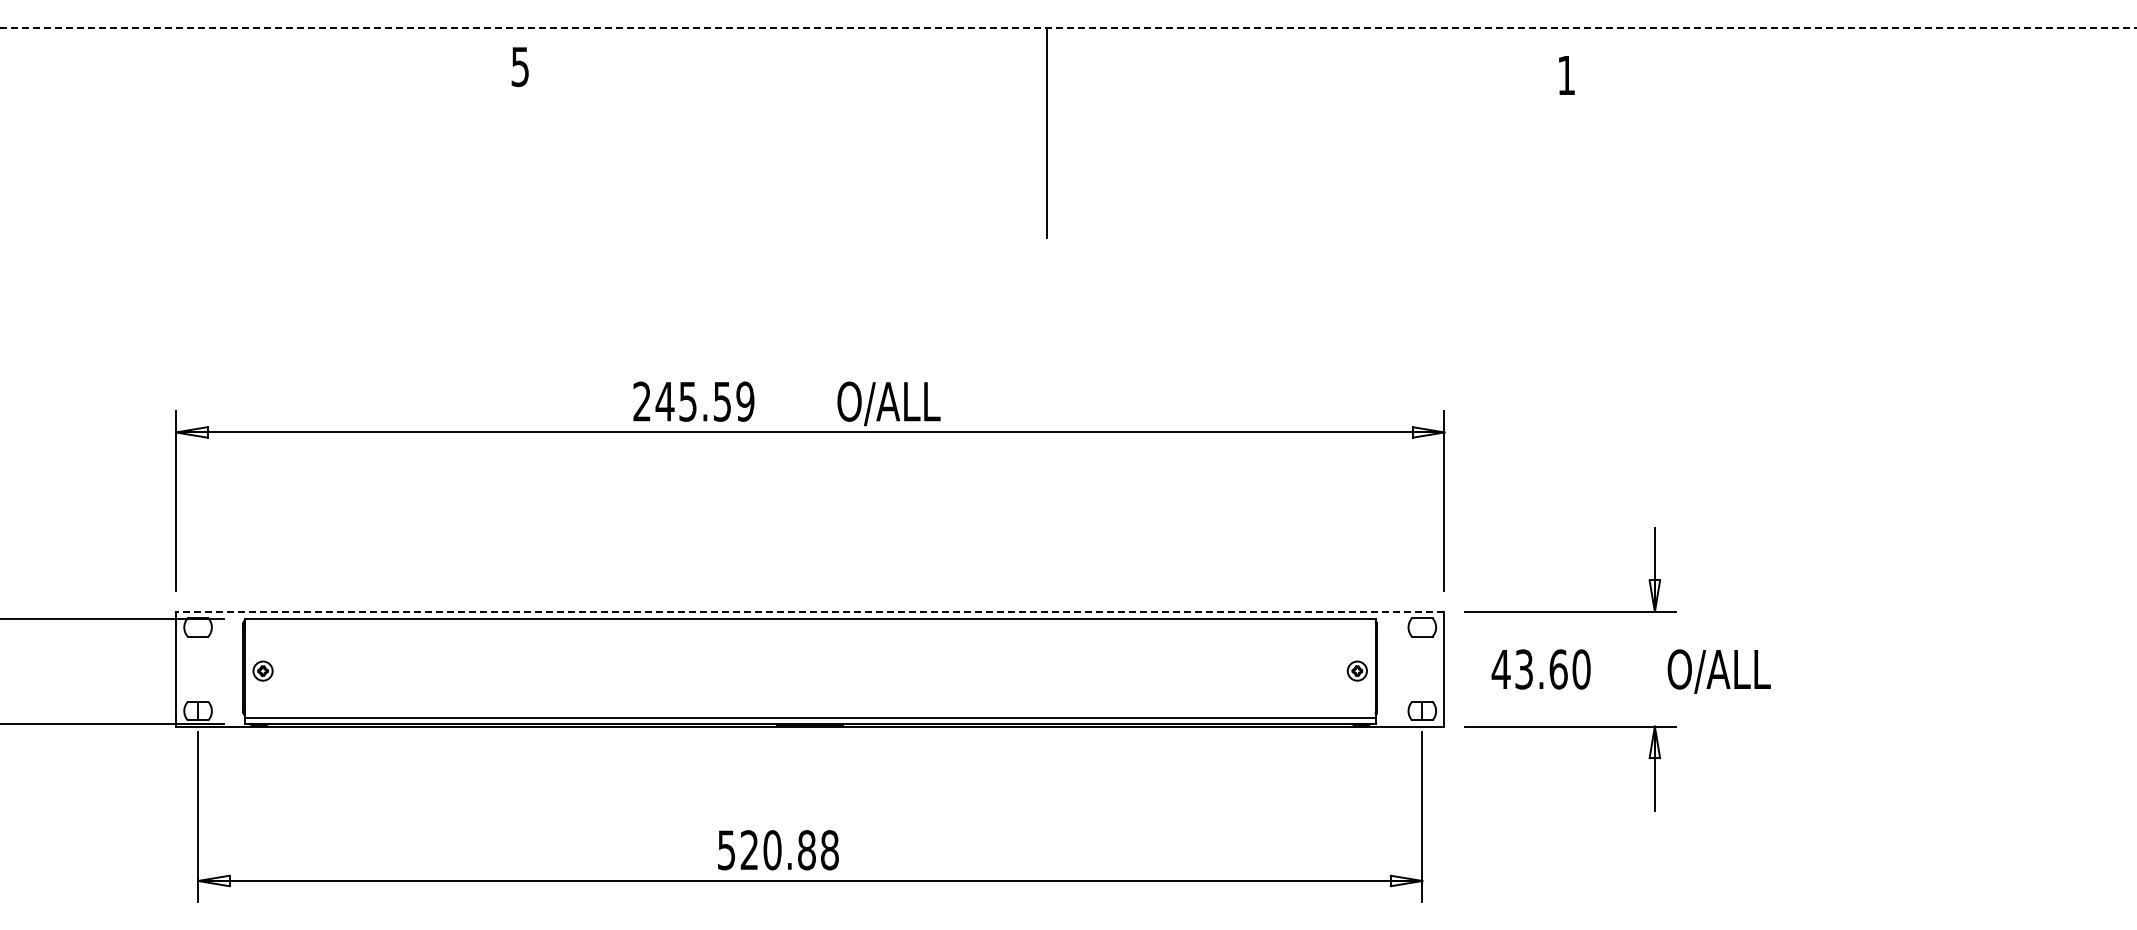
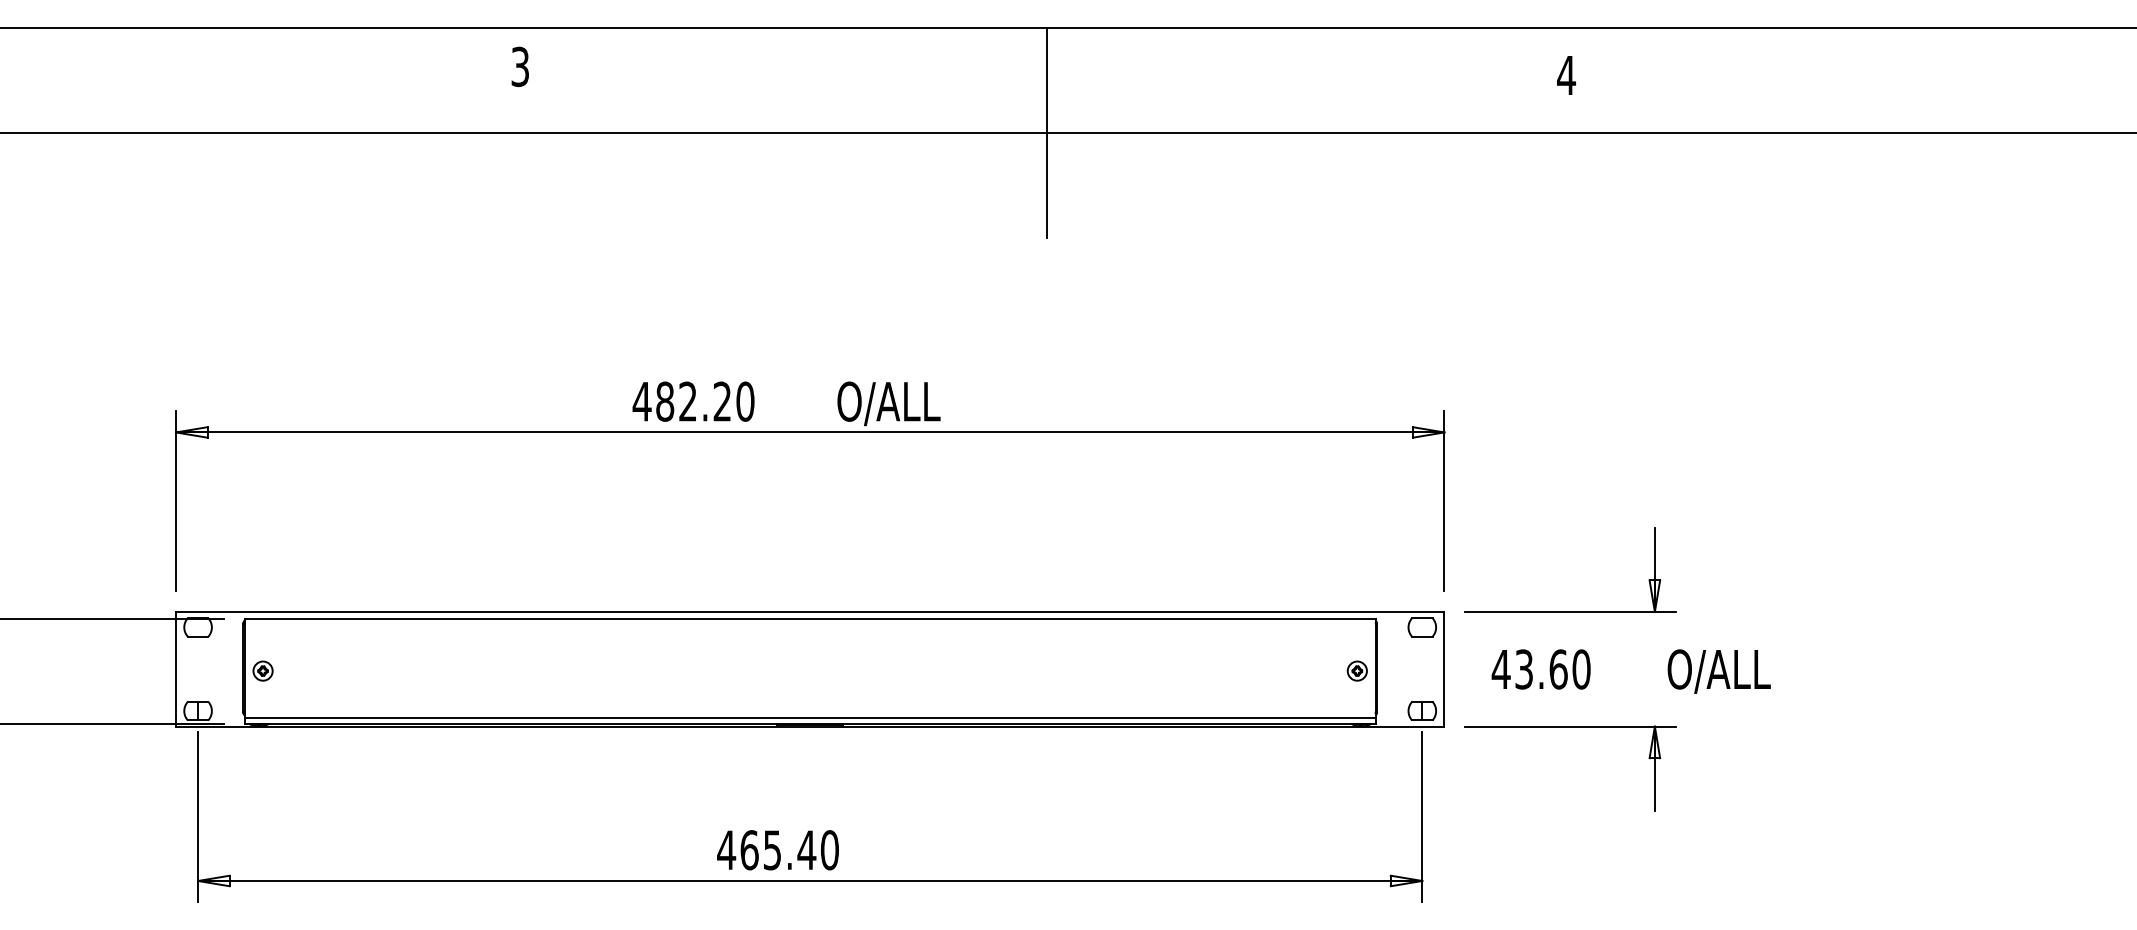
line at (1068, 27): dashed -> solid
text at (520, 66): 5 -> 3
text at (1566, 75): 1 -> 4
line at (1067, 133): none -> present
text at (693, 401): 245.59 -> 482.20
line at (809, 611): dashed -> solid
text at (777, 850): 520.88 -> 465.40
